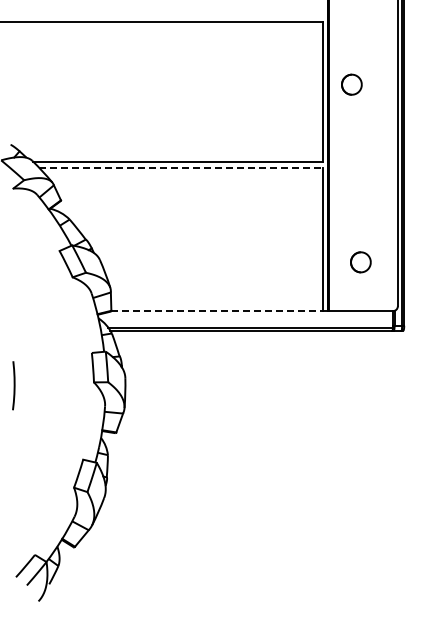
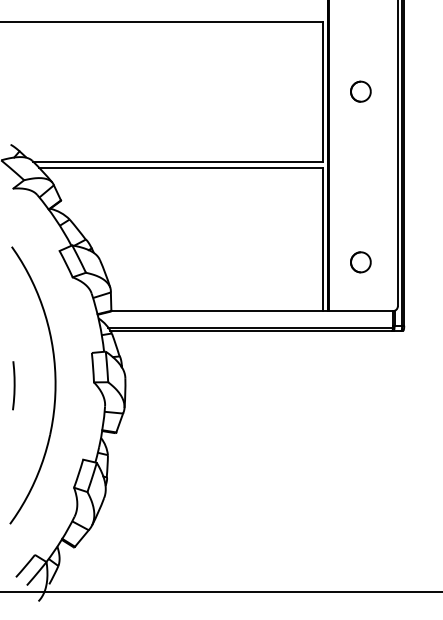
part at (351, 84) position: (351, 84) -> (360, 91)
line at (181, 167): dashed -> solid
line at (217, 311): dashed -> solid
part at (54, 385): none -> present
line at (220, 592): none -> present
